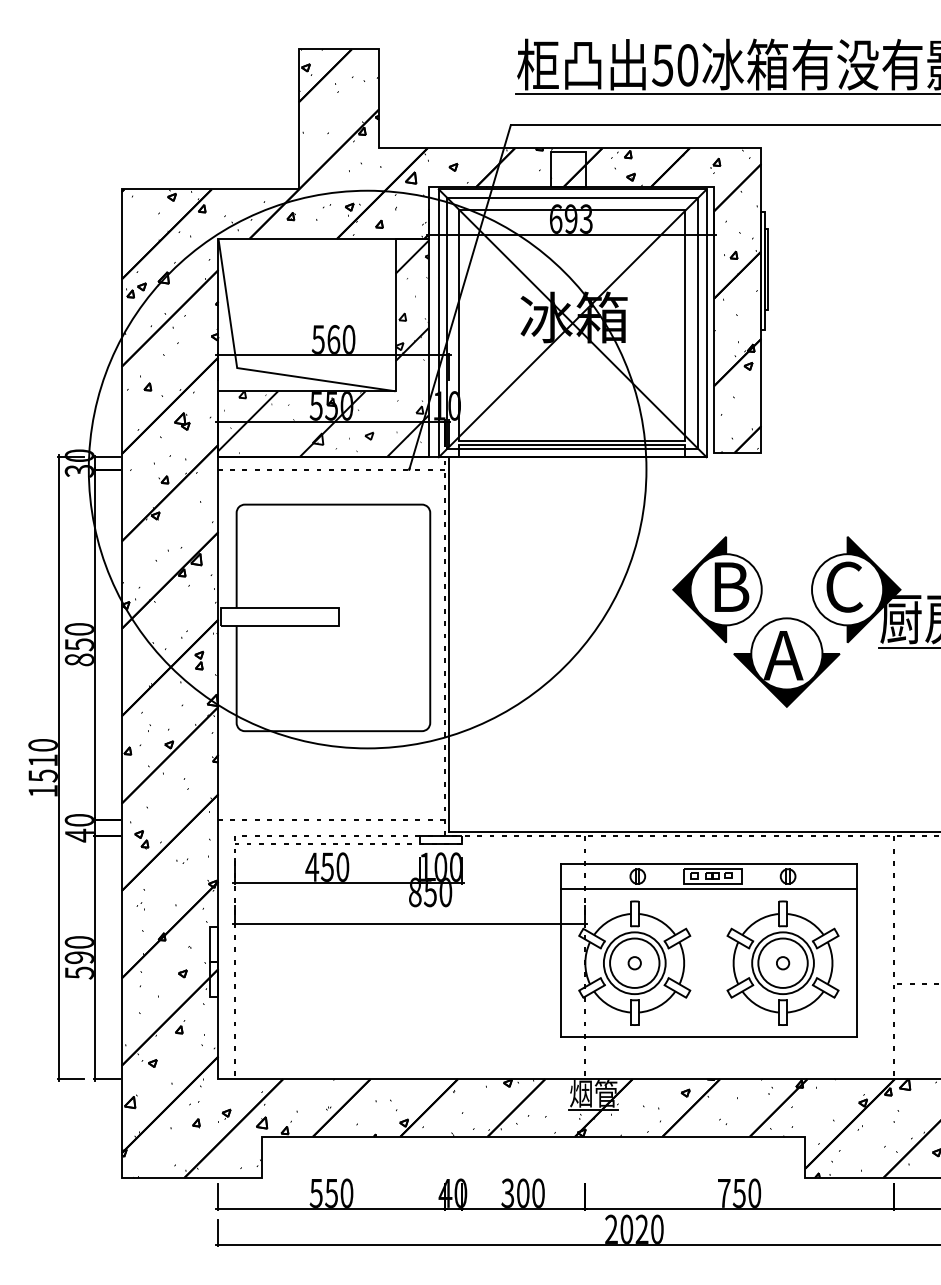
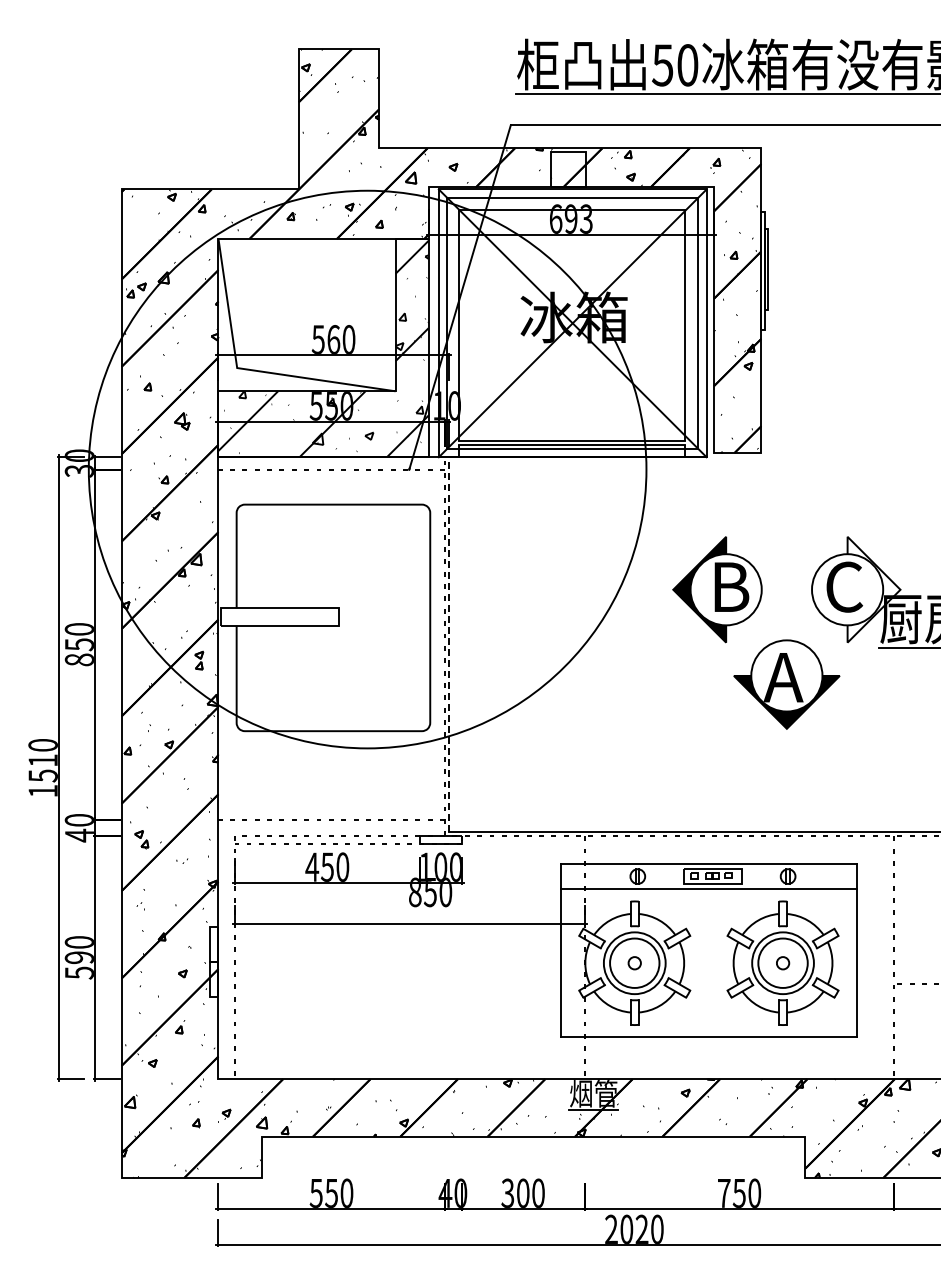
fill at (873, 589): present -> none
line at (449, 644): solid -> dashed
part at (786, 662) position: (786, 662) -> (786, 684)
